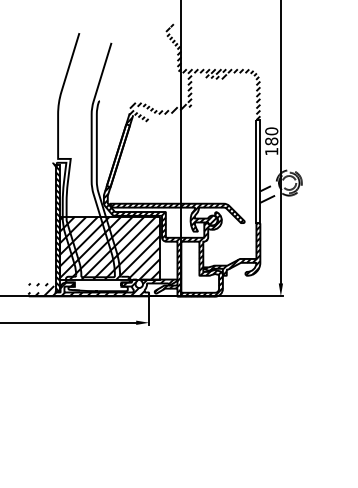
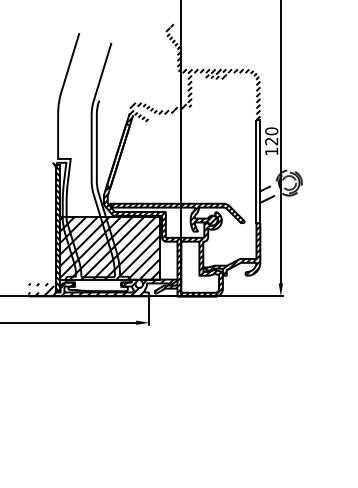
text at (271, 141): 180 -> 120
